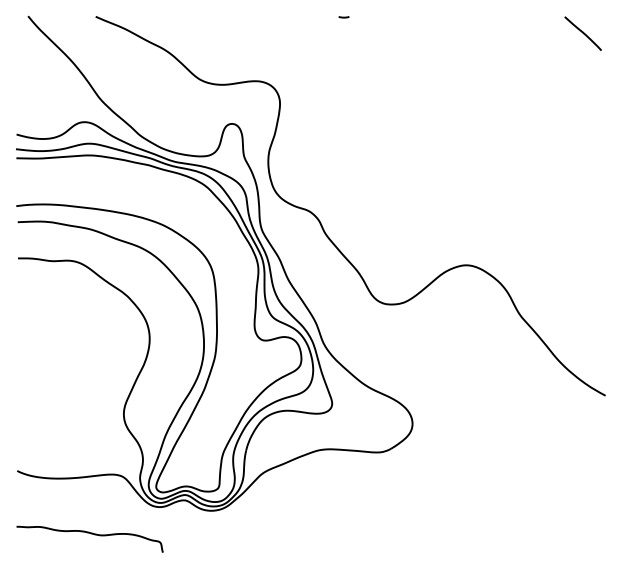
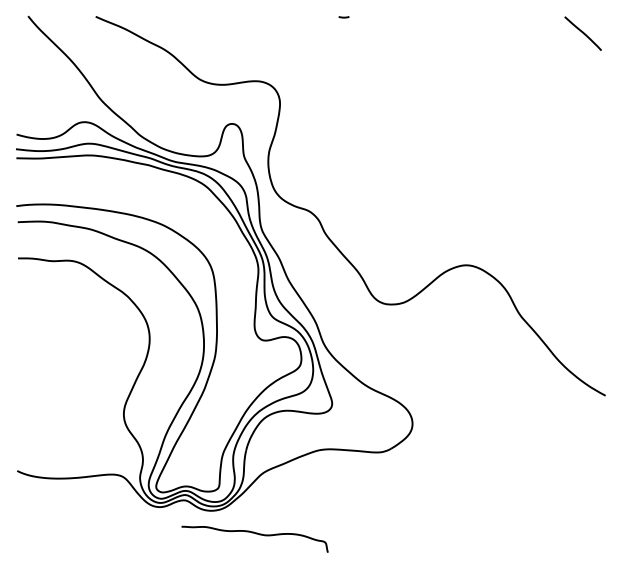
curve at (90, 534) position: (90, 534) -> (255, 534)
